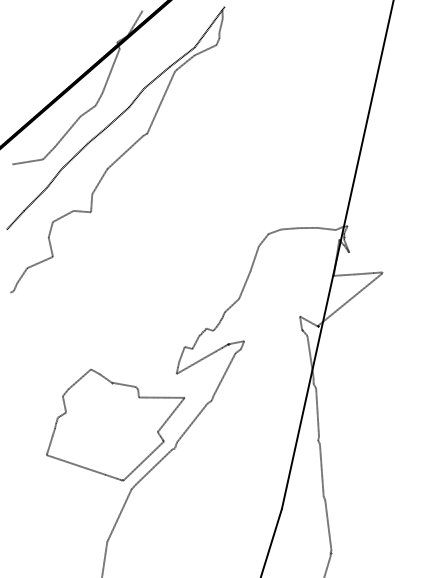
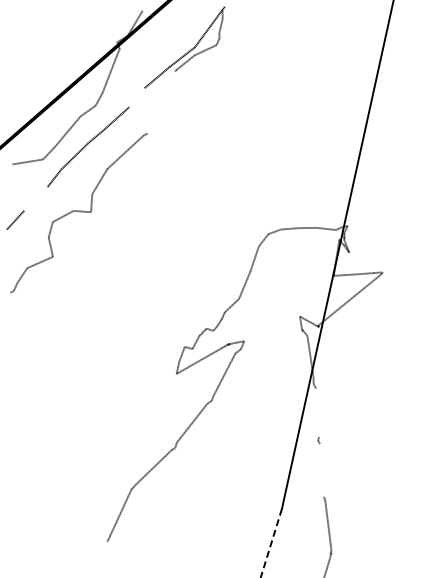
line at (136, 97): present -> none
line at (160, 102): present -> none
line at (35, 198): present -> none
line at (317, 412): present -> none
part at (115, 425): present -> none
line at (321, 470): present -> none
line at (271, 543): solid -> dashed
line at (104, 557): present -> none
